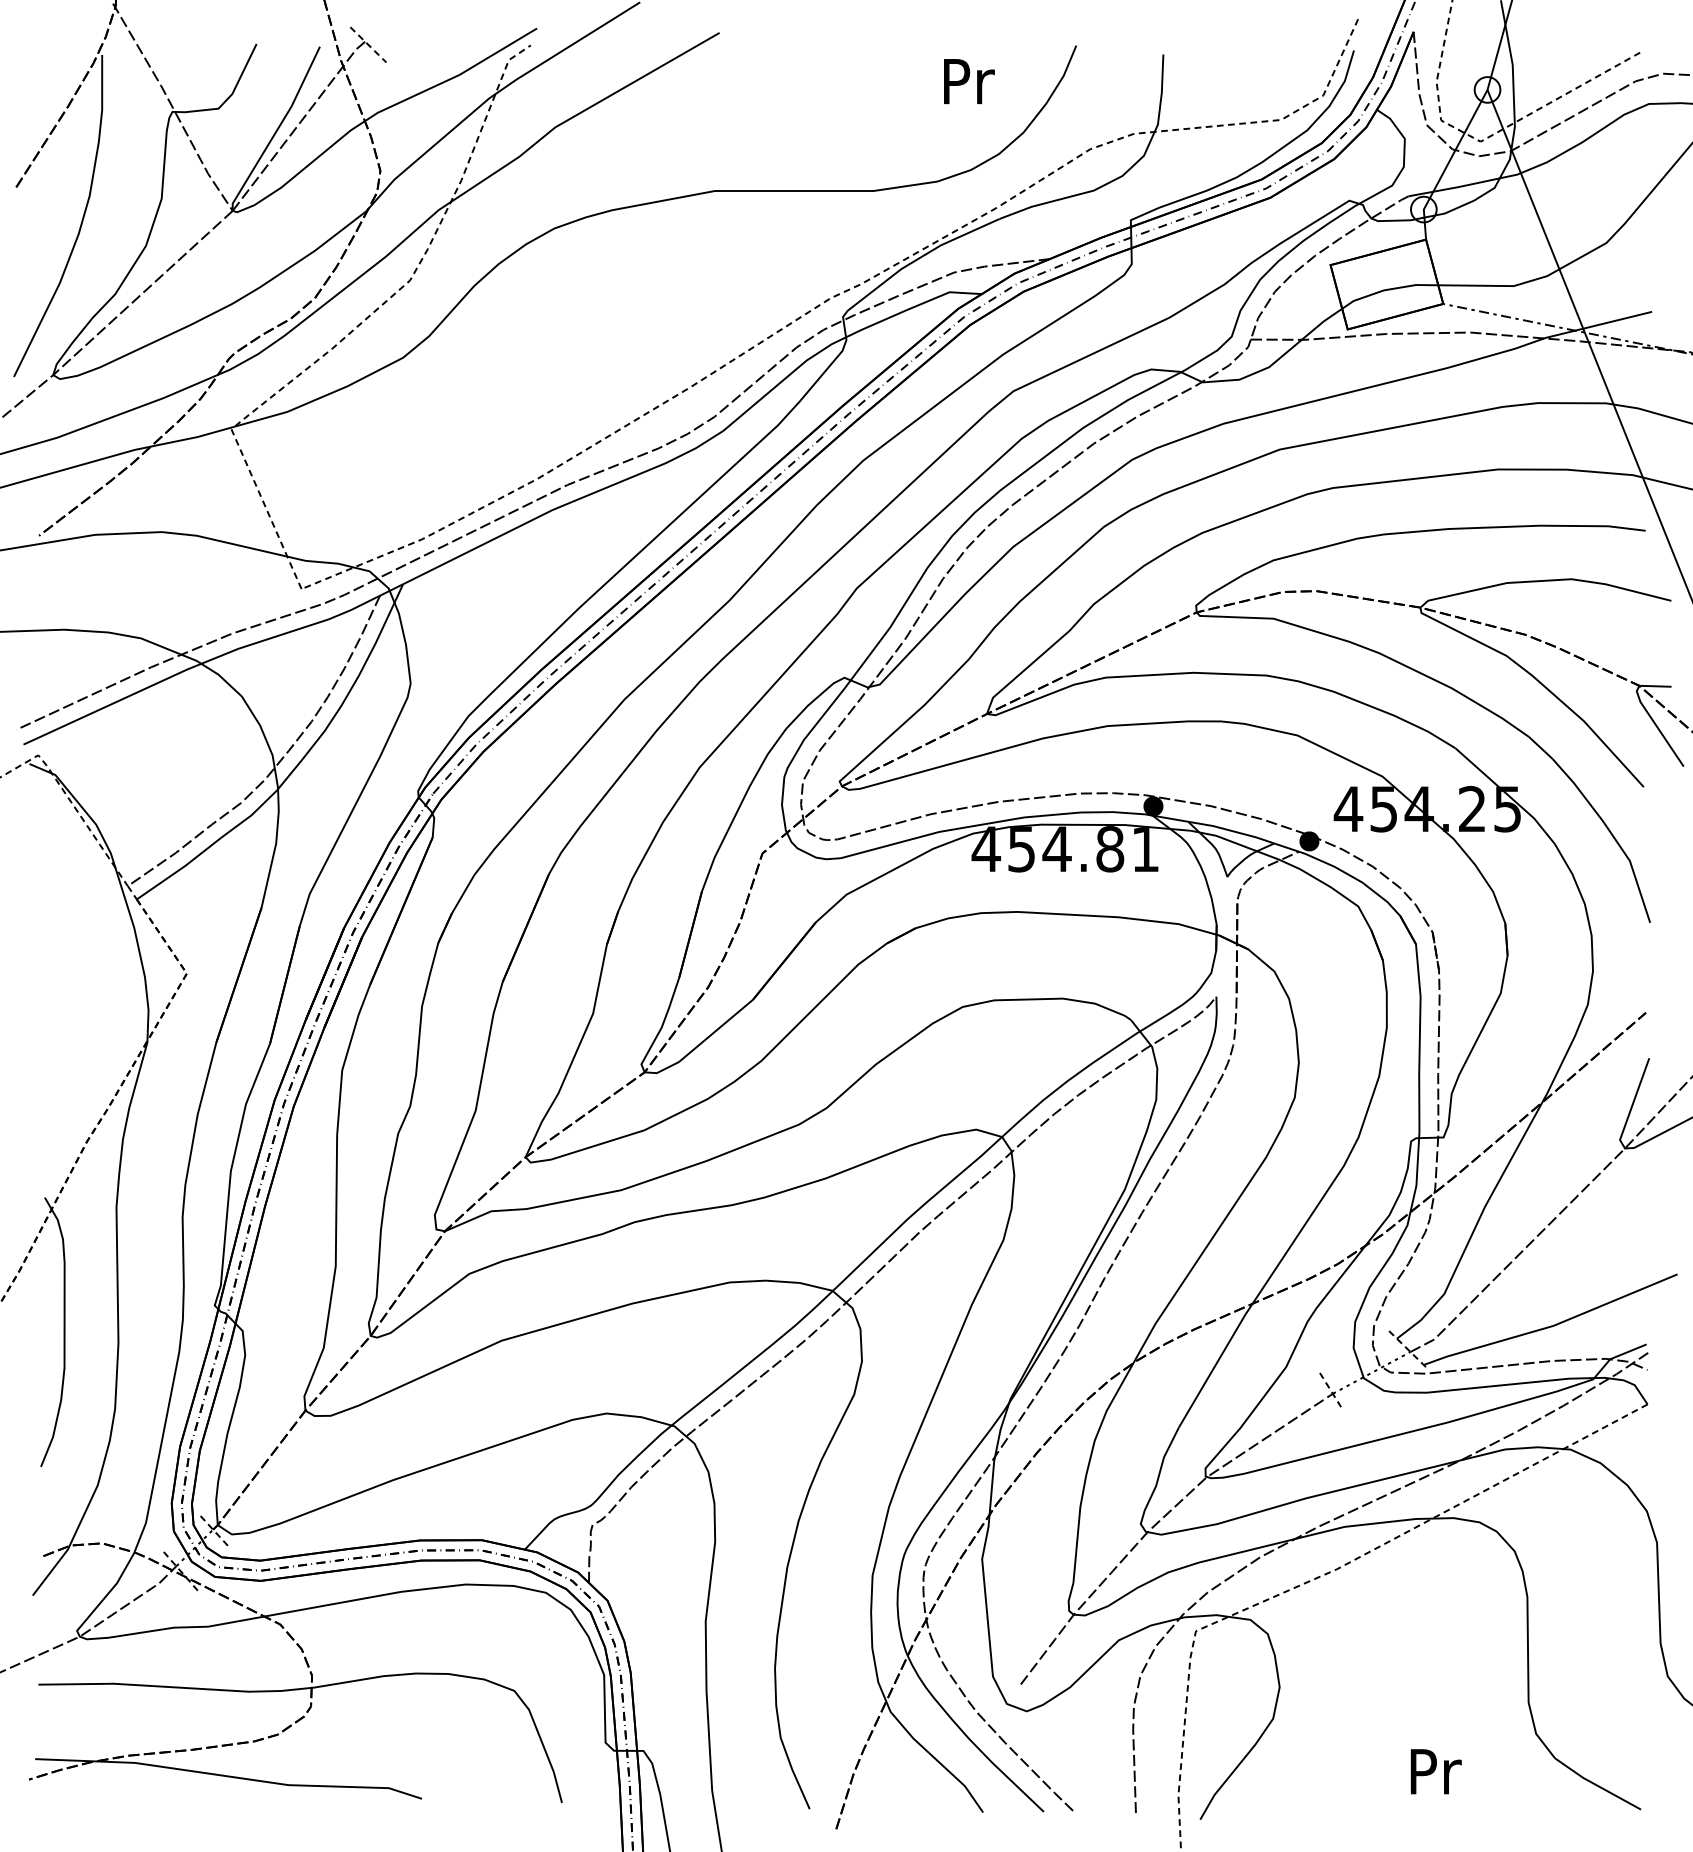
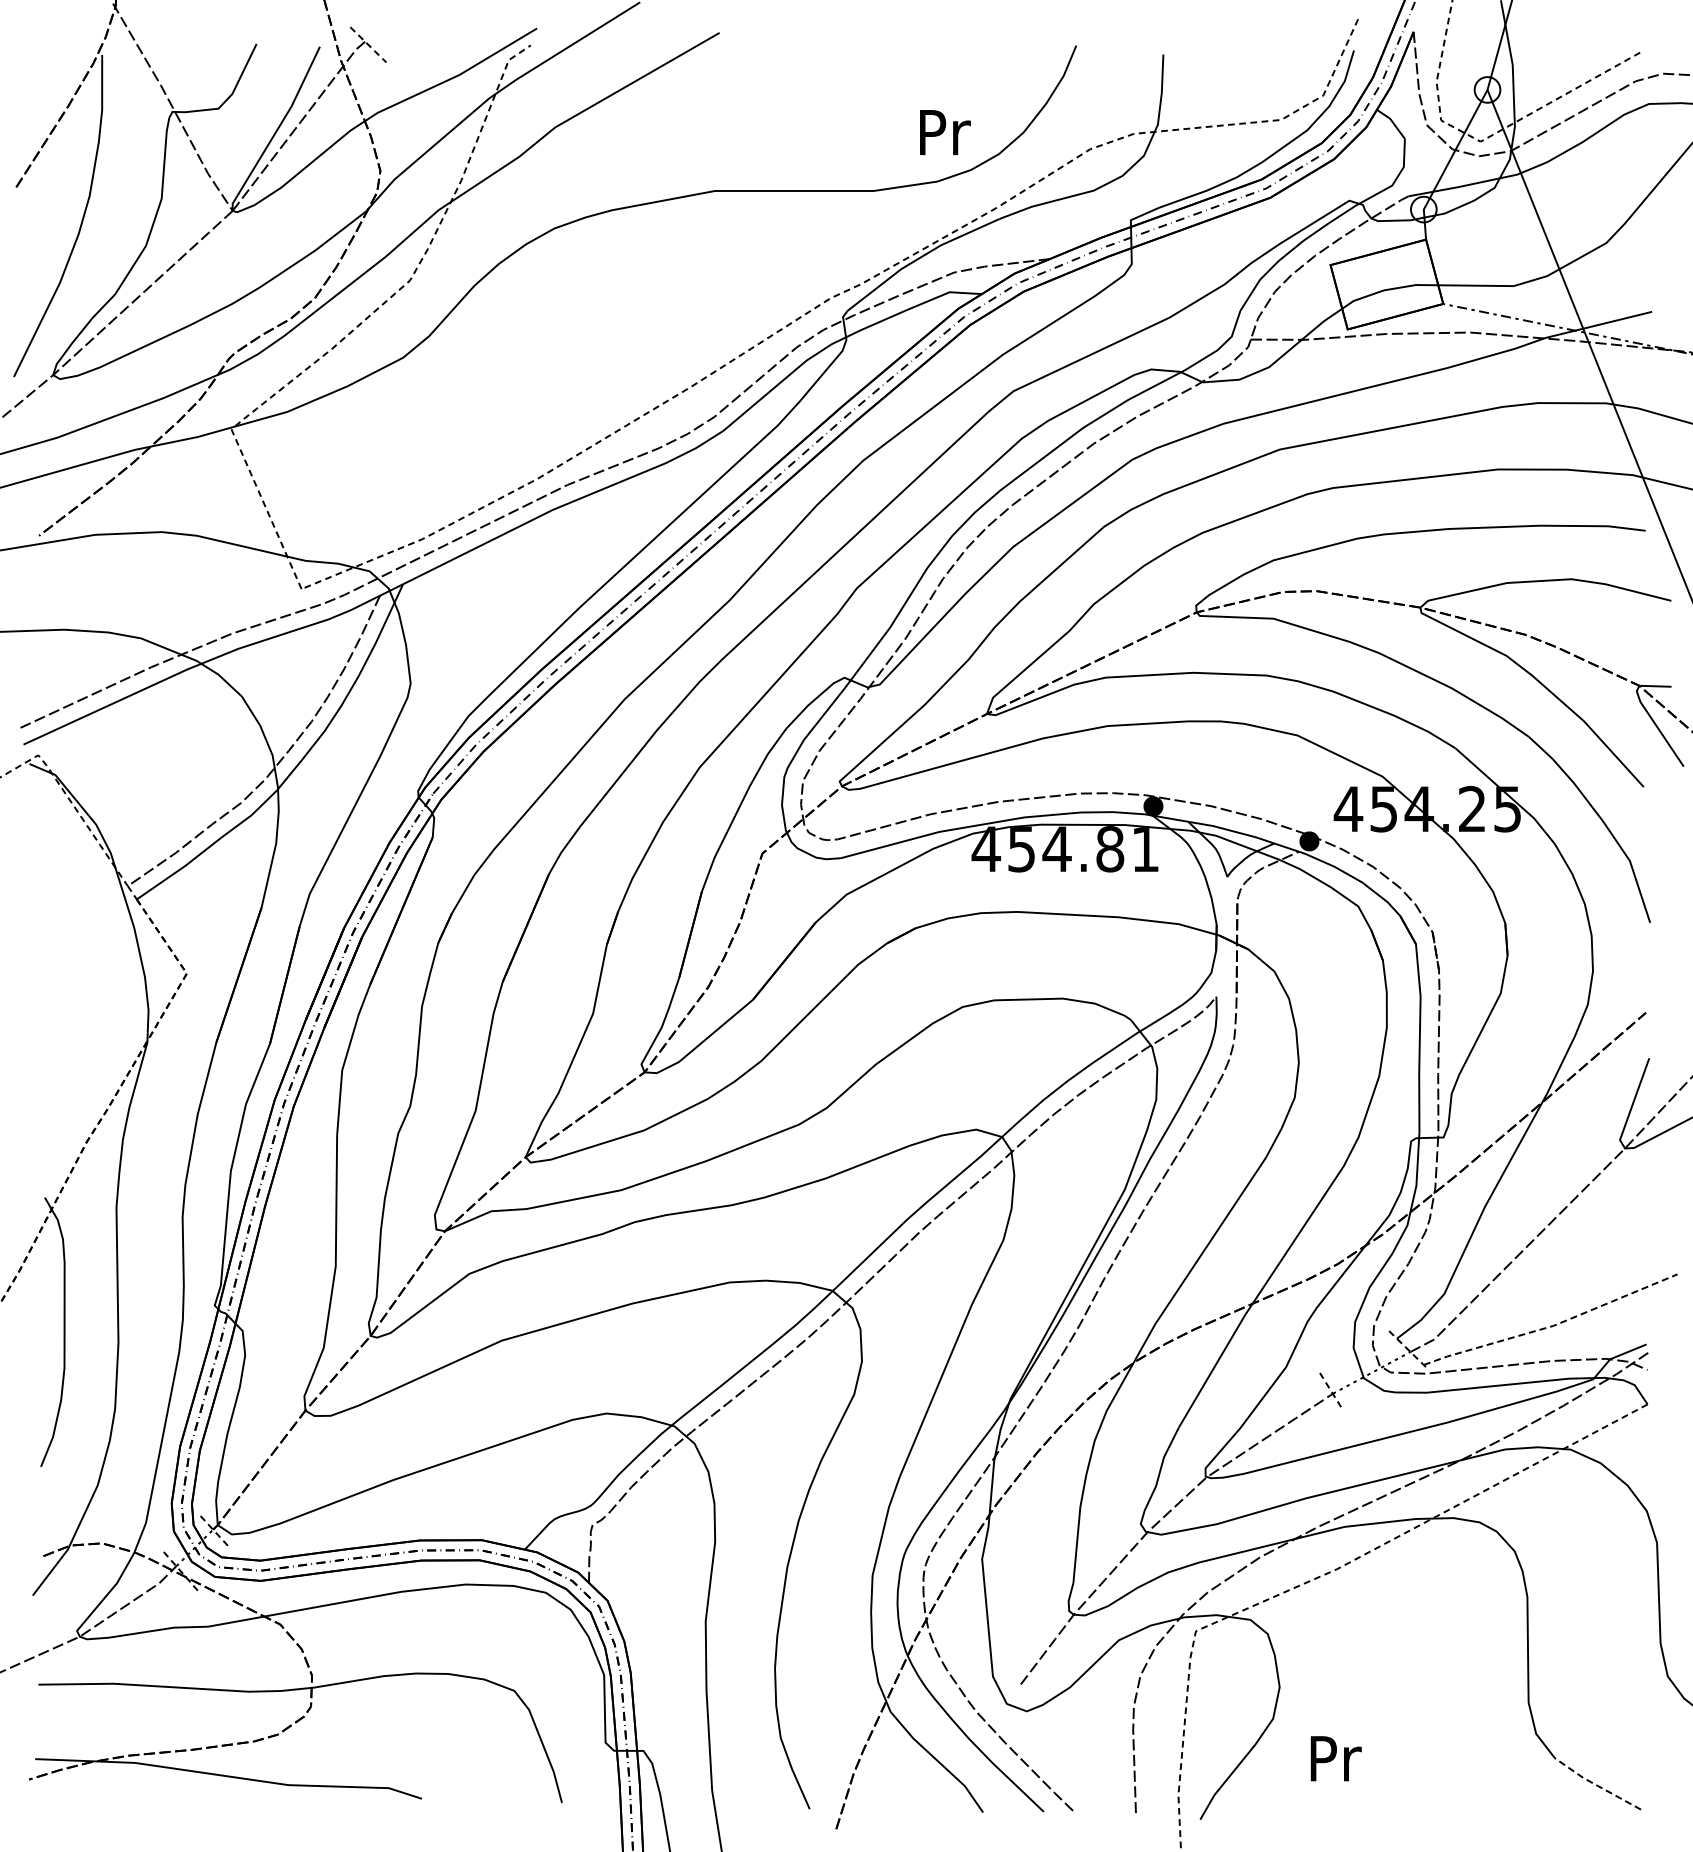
text at (969, 81) position: (969, 81) -> (945, 132)
line at (1552, 1326): solid -> dashed
text at (1435, 1771) position: (1435, 1771) -> (1335, 1758)
line at (1596, 1785): solid -> dashed
